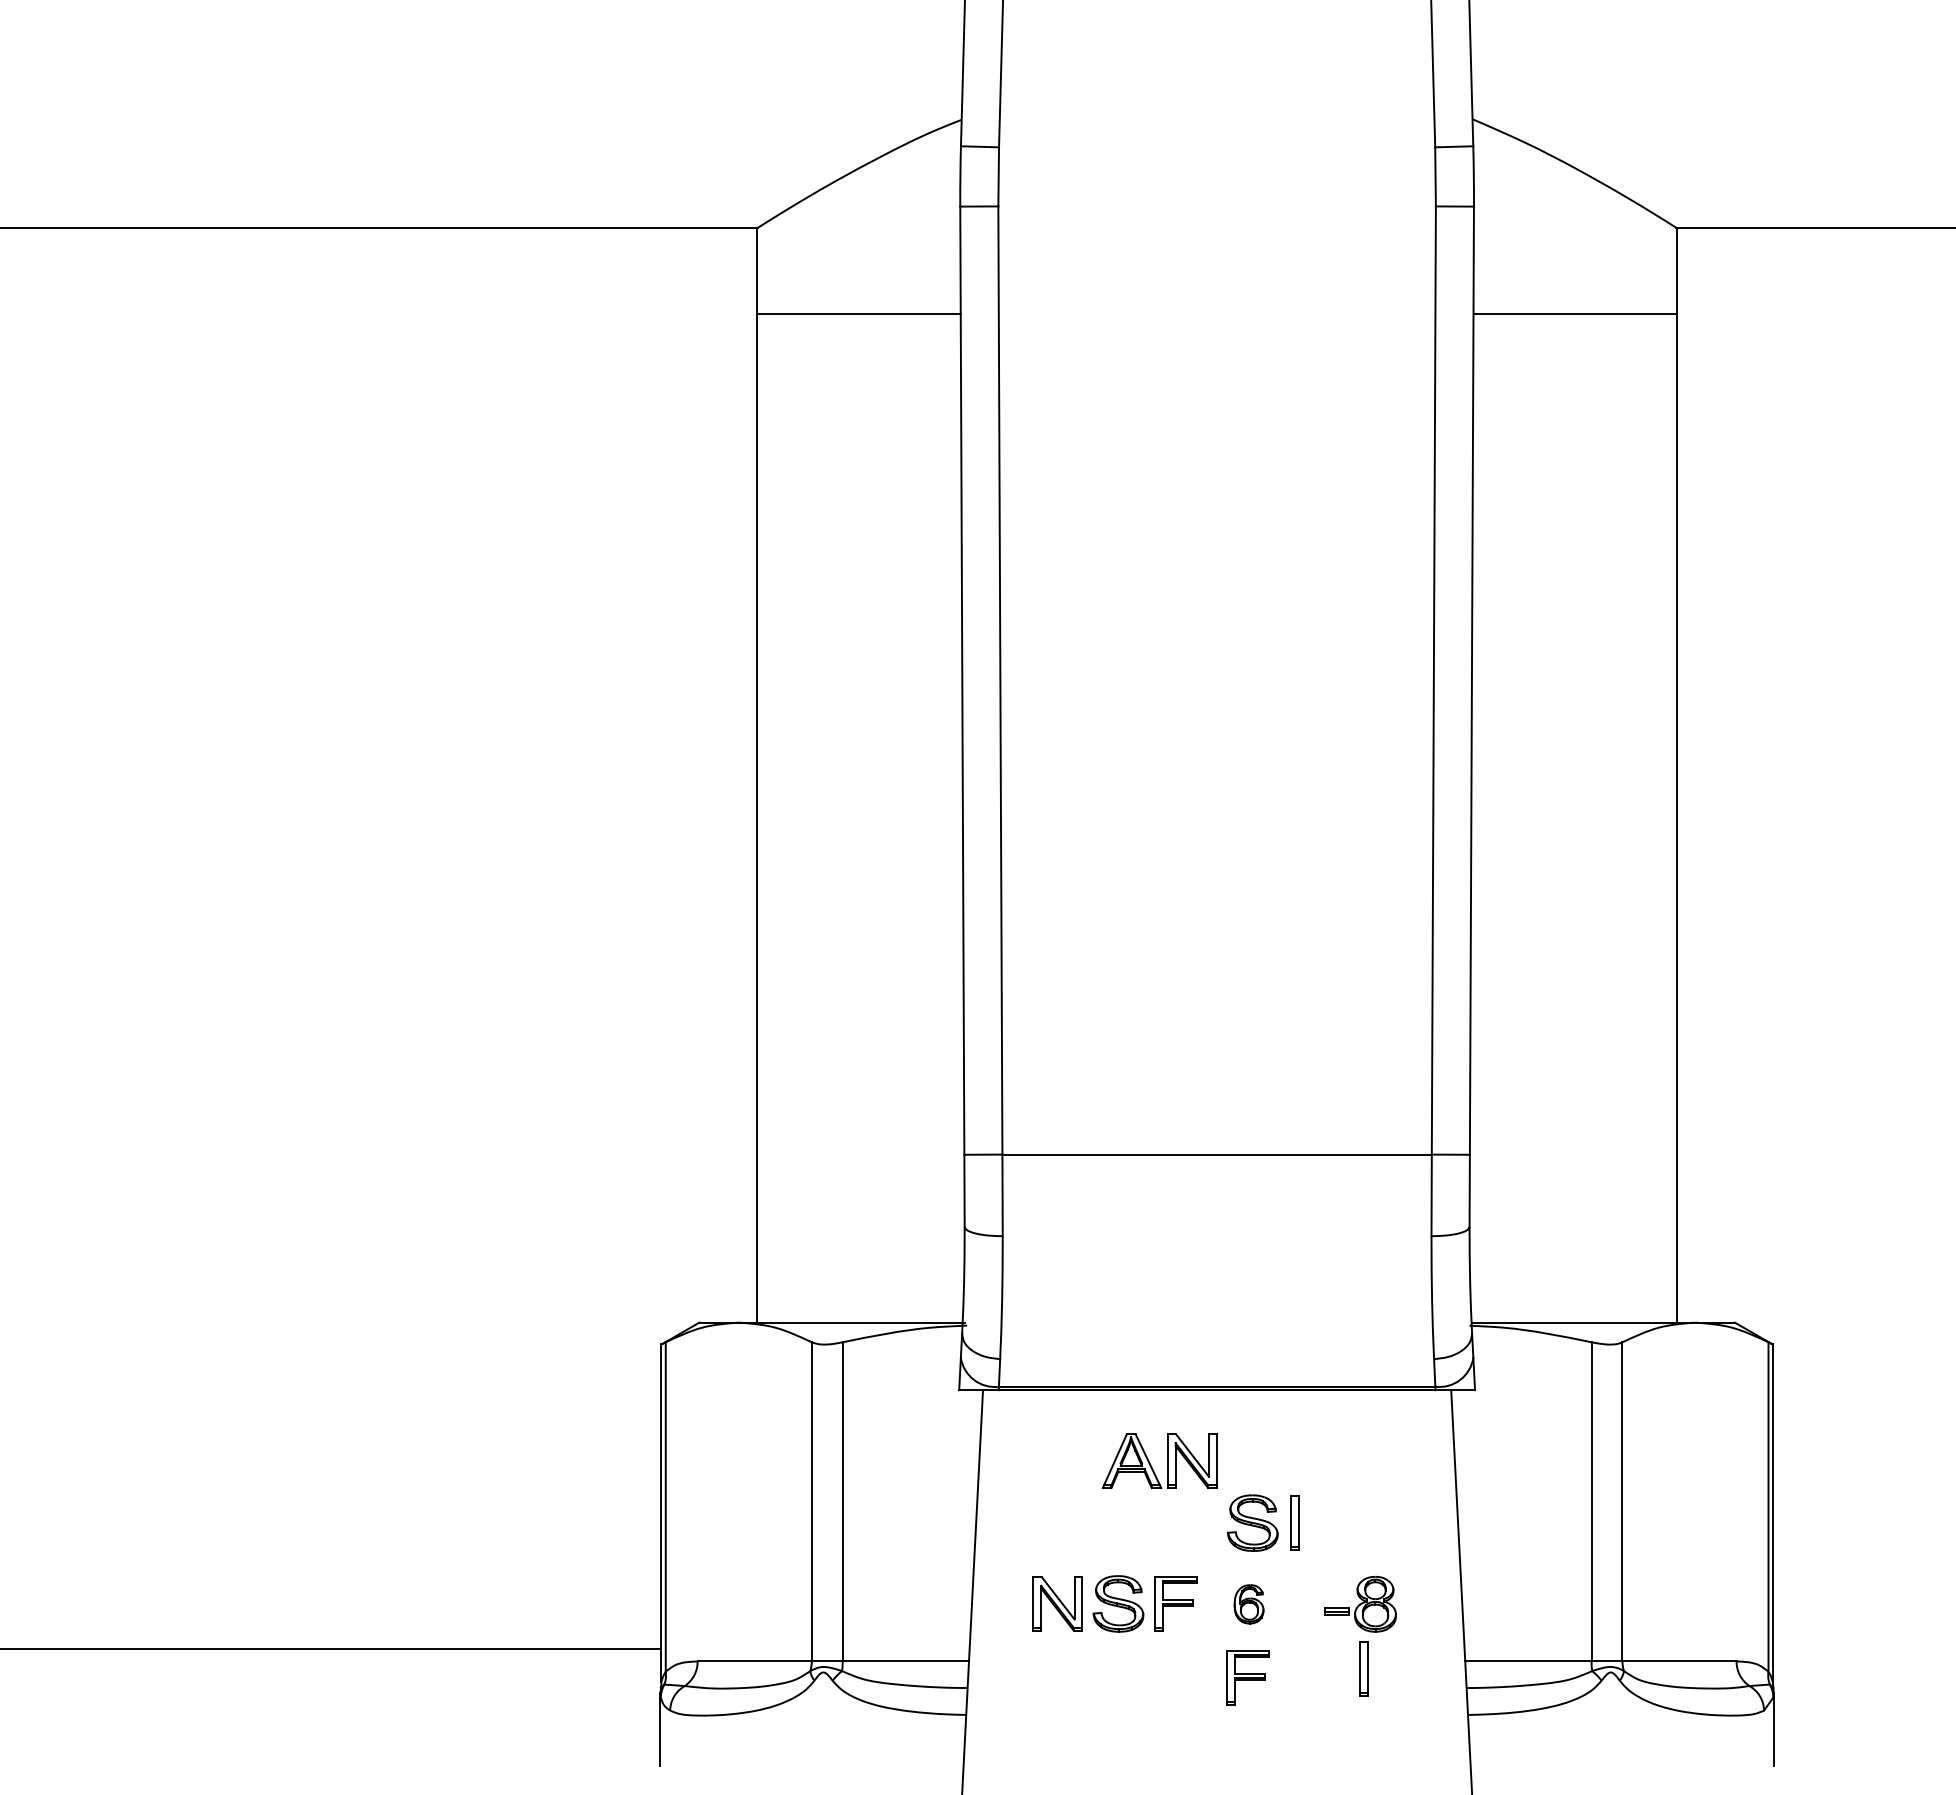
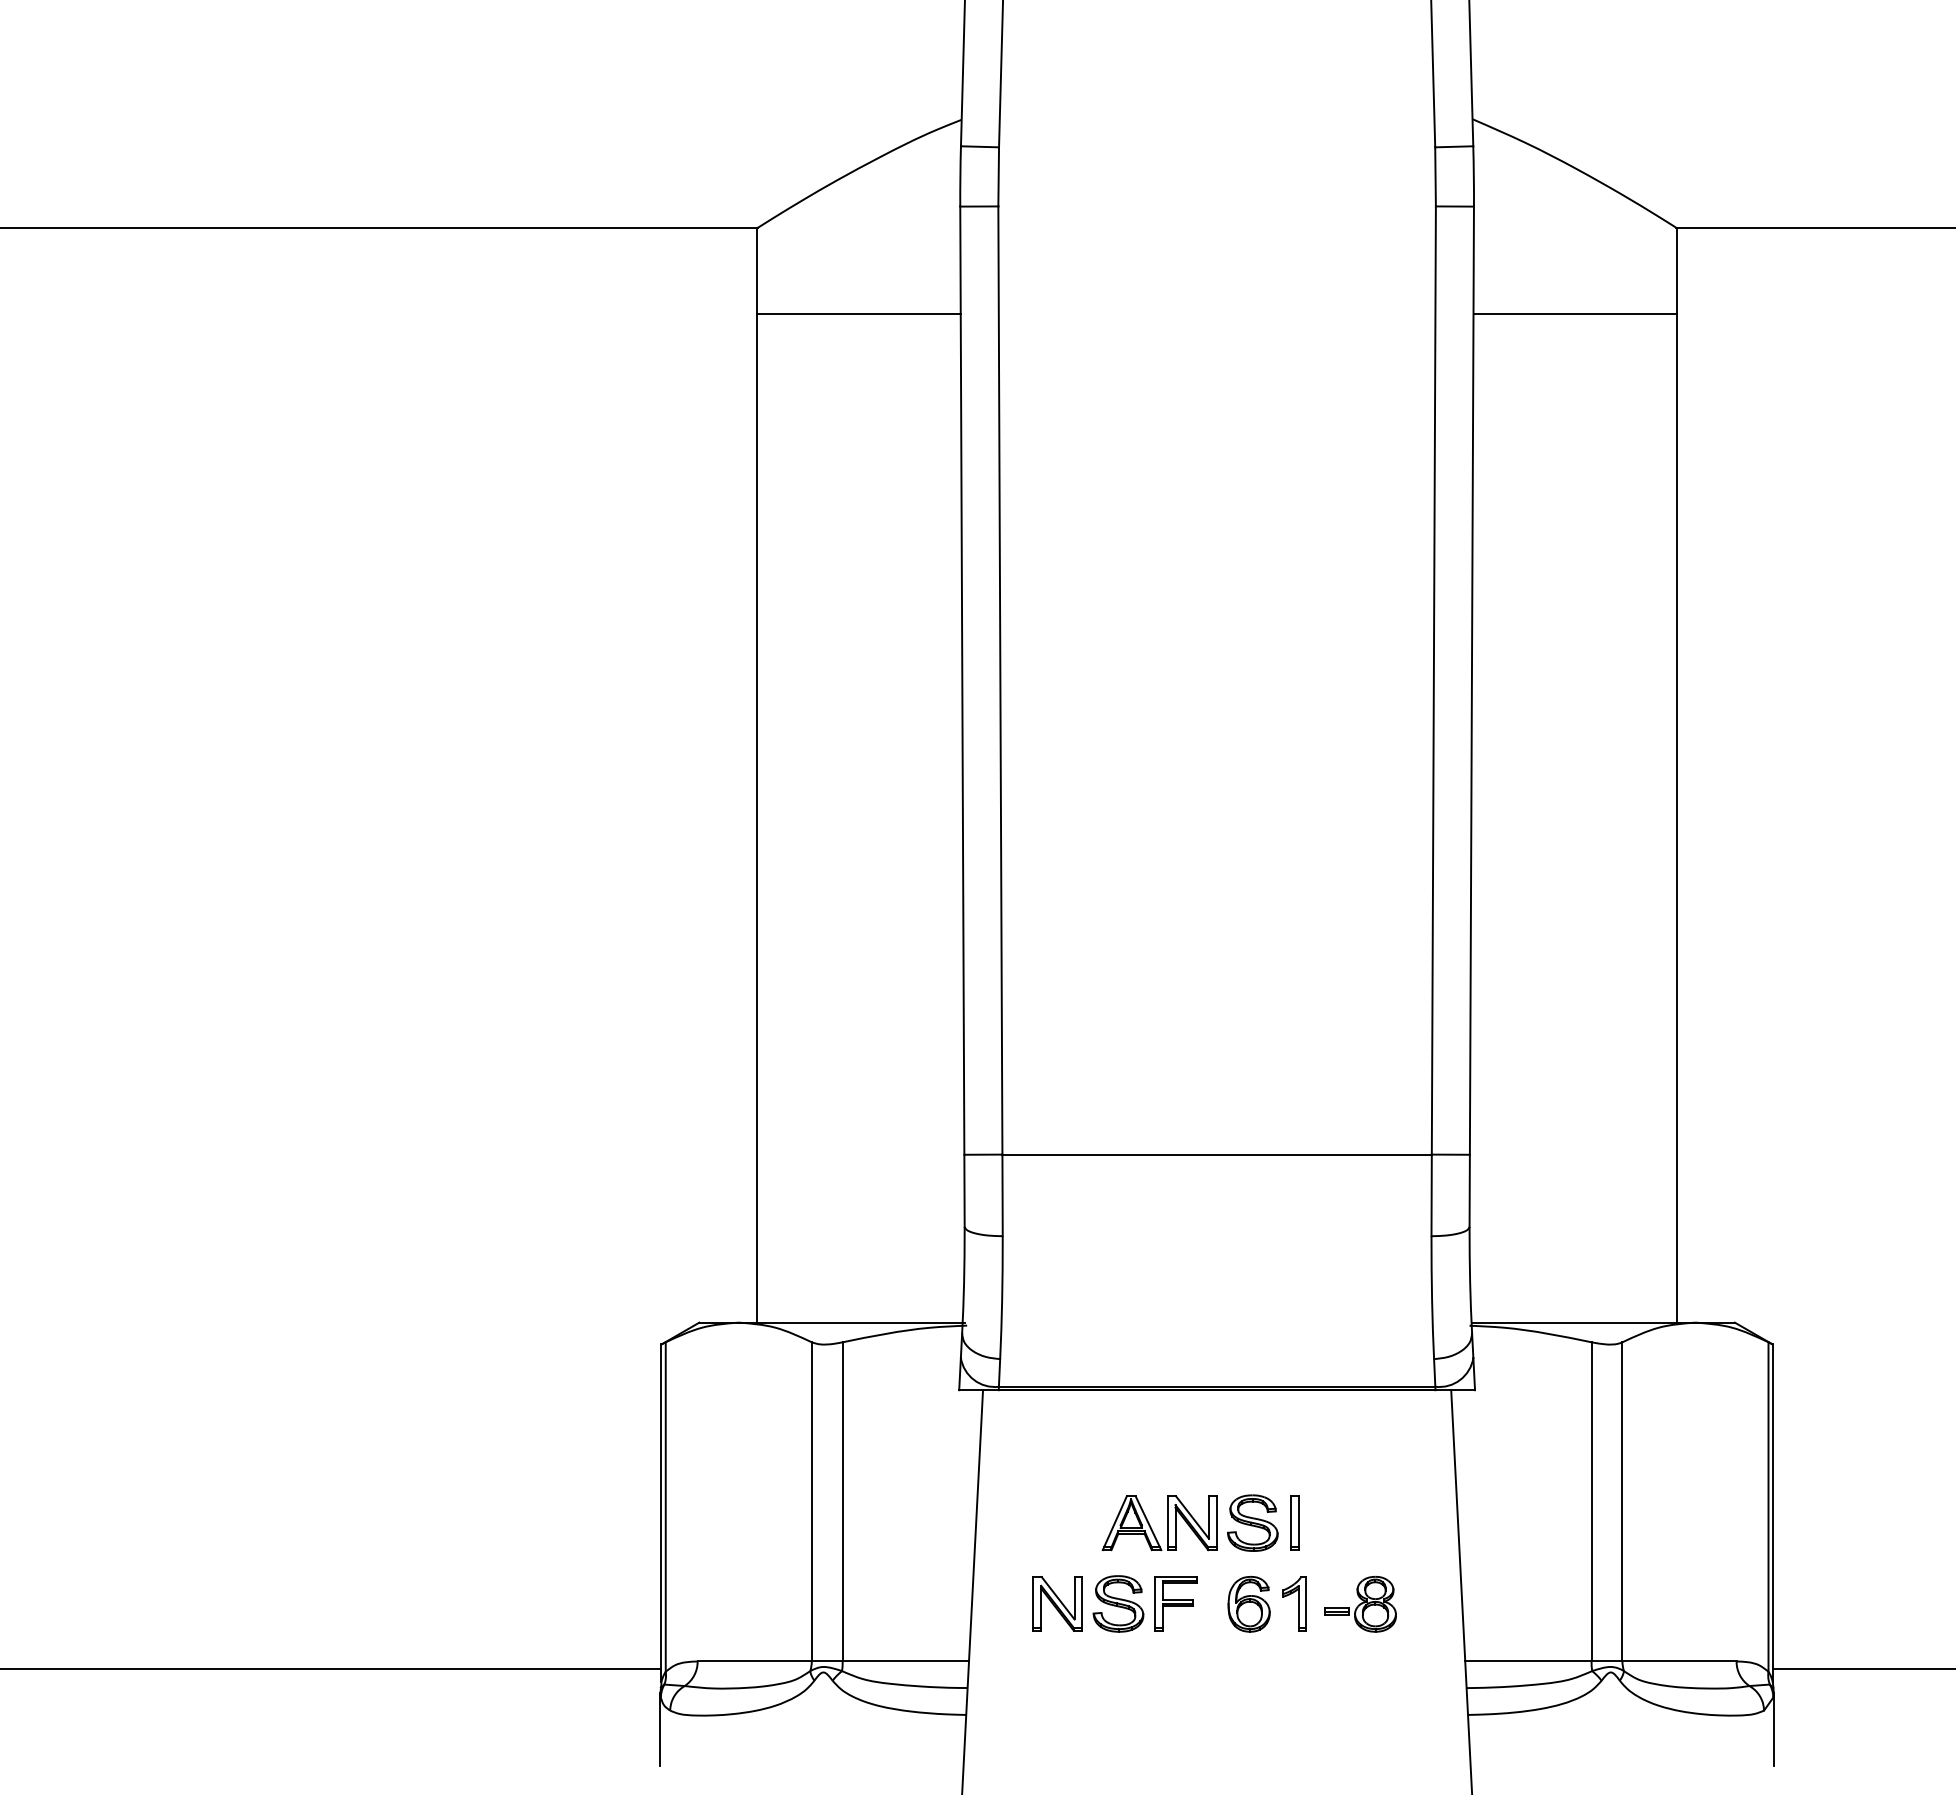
part at (1167, 1461) position: (1167, 1461) -> (1167, 1523)
part at (1294, 1603): none -> present
part at (1248, 1604) size: 32x41 px -> 44x57 px
line at (331, 1649) position: (331, 1649) -> (331, 1669)
part at (1363, 1668): present -> none
line at (1862, 1669): none -> present
part at (1247, 1677): present -> none
